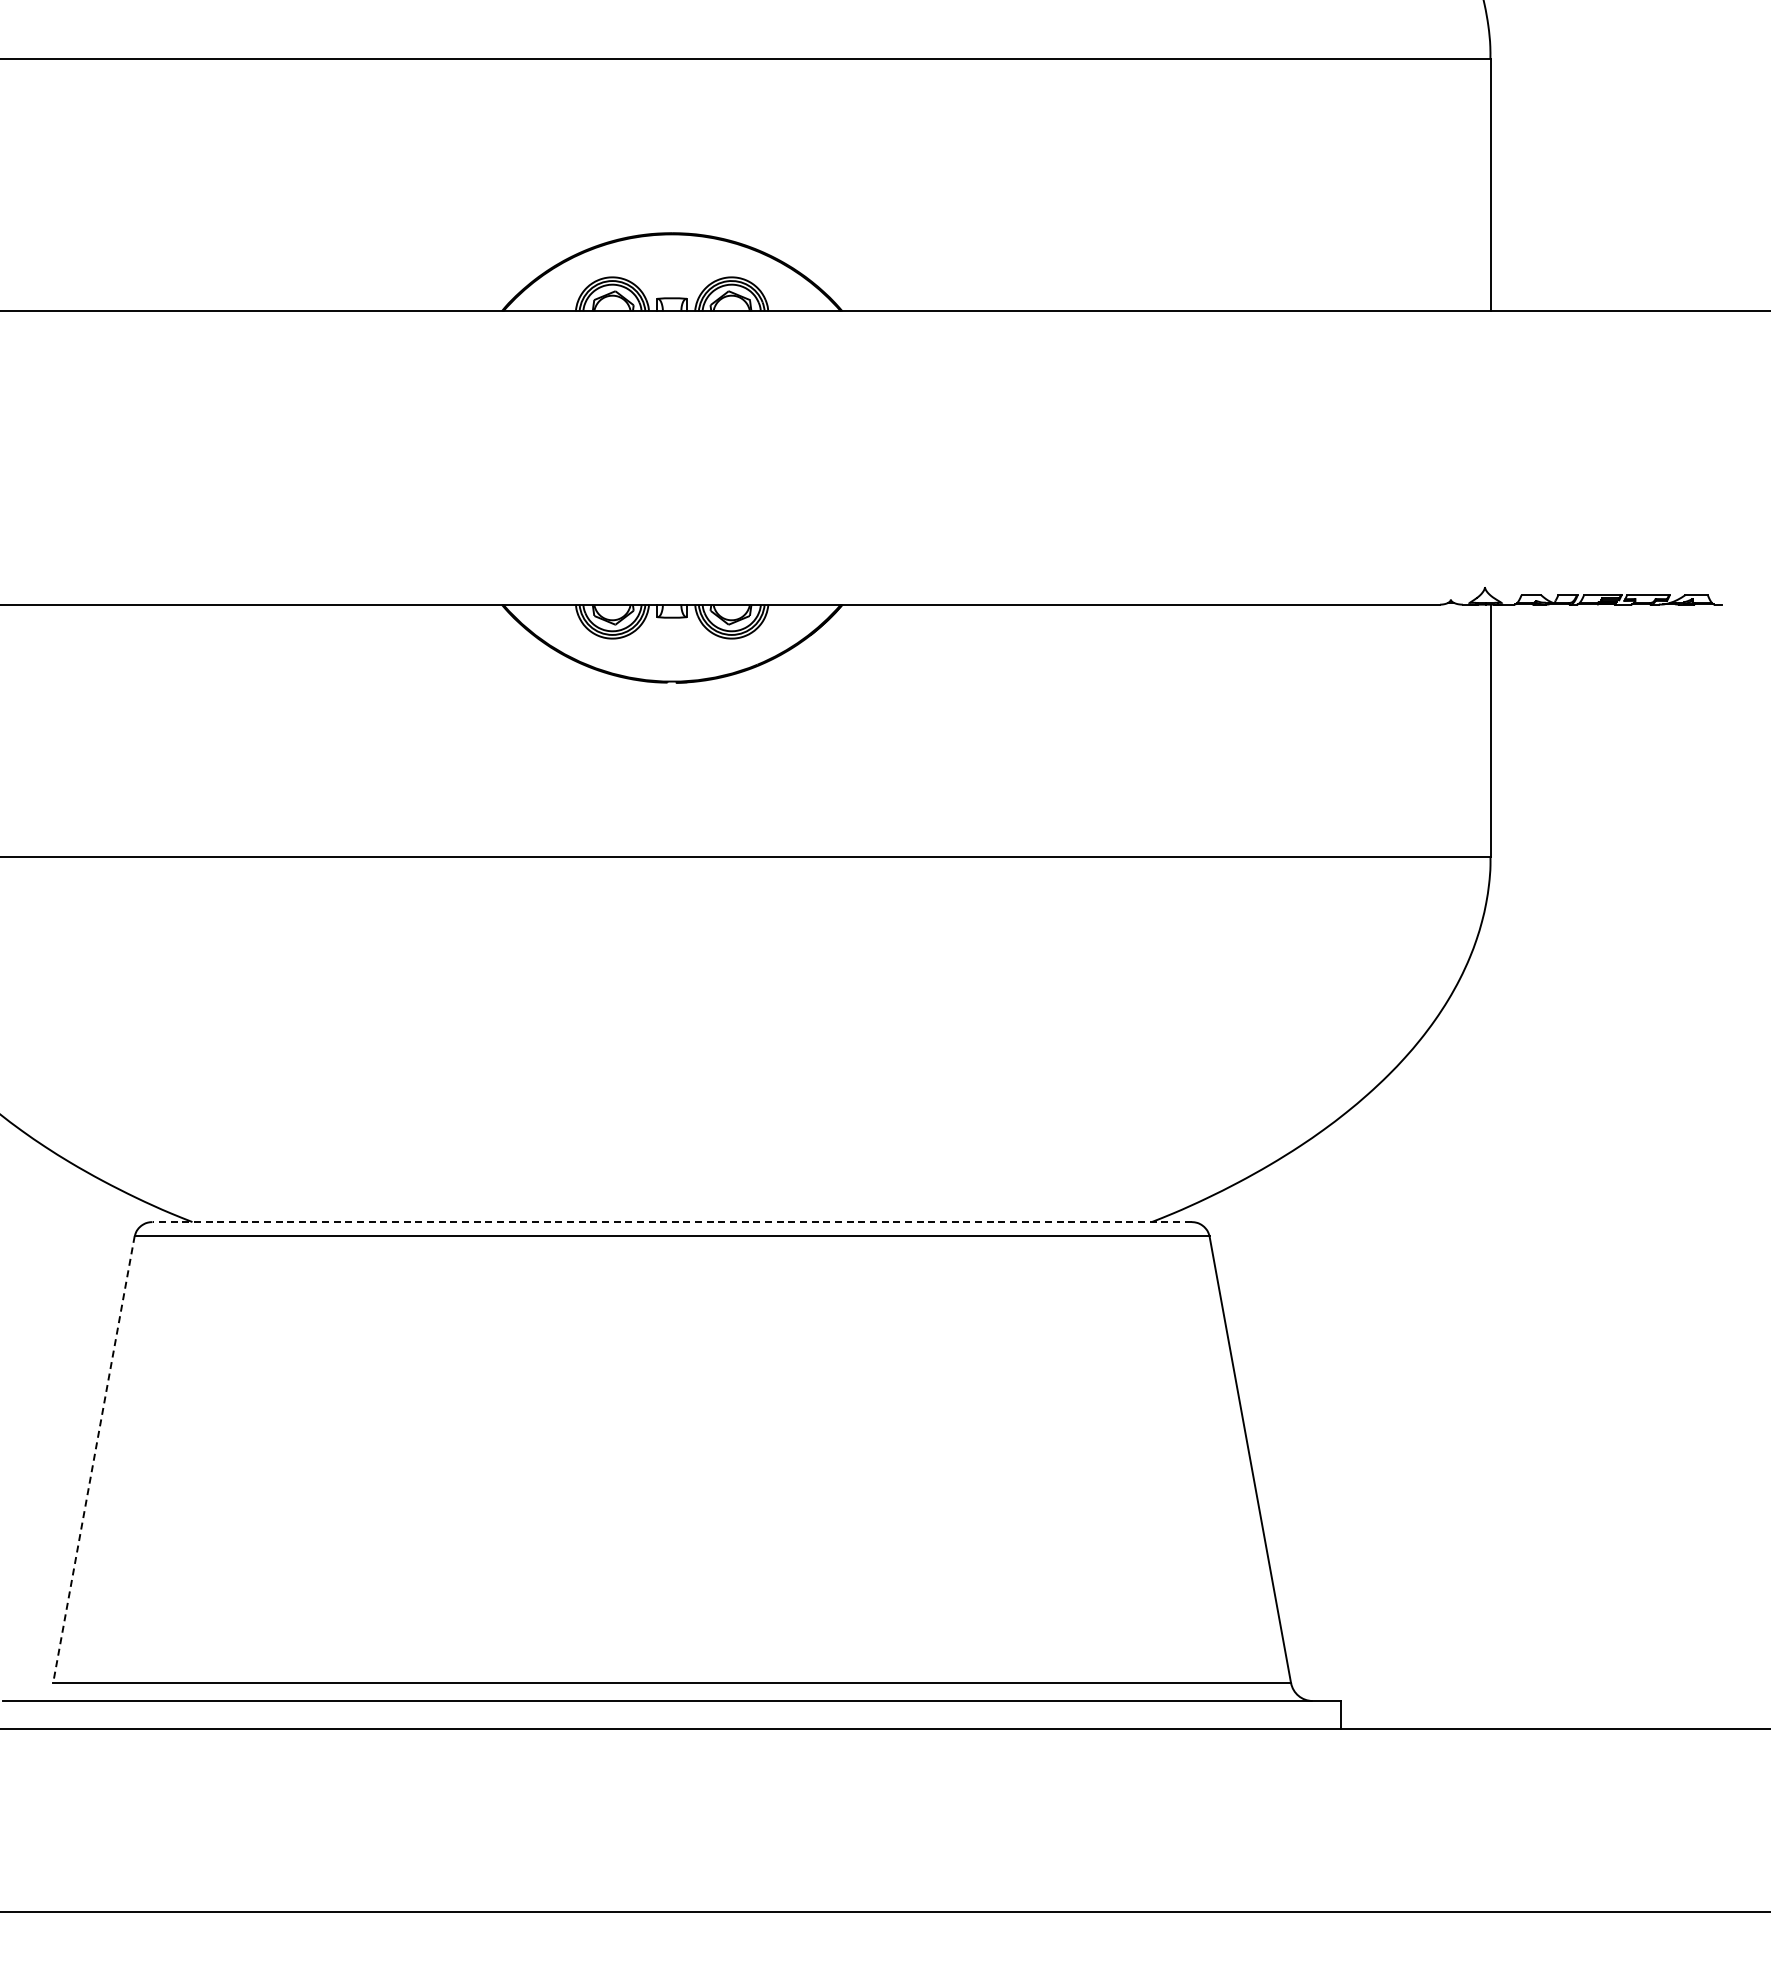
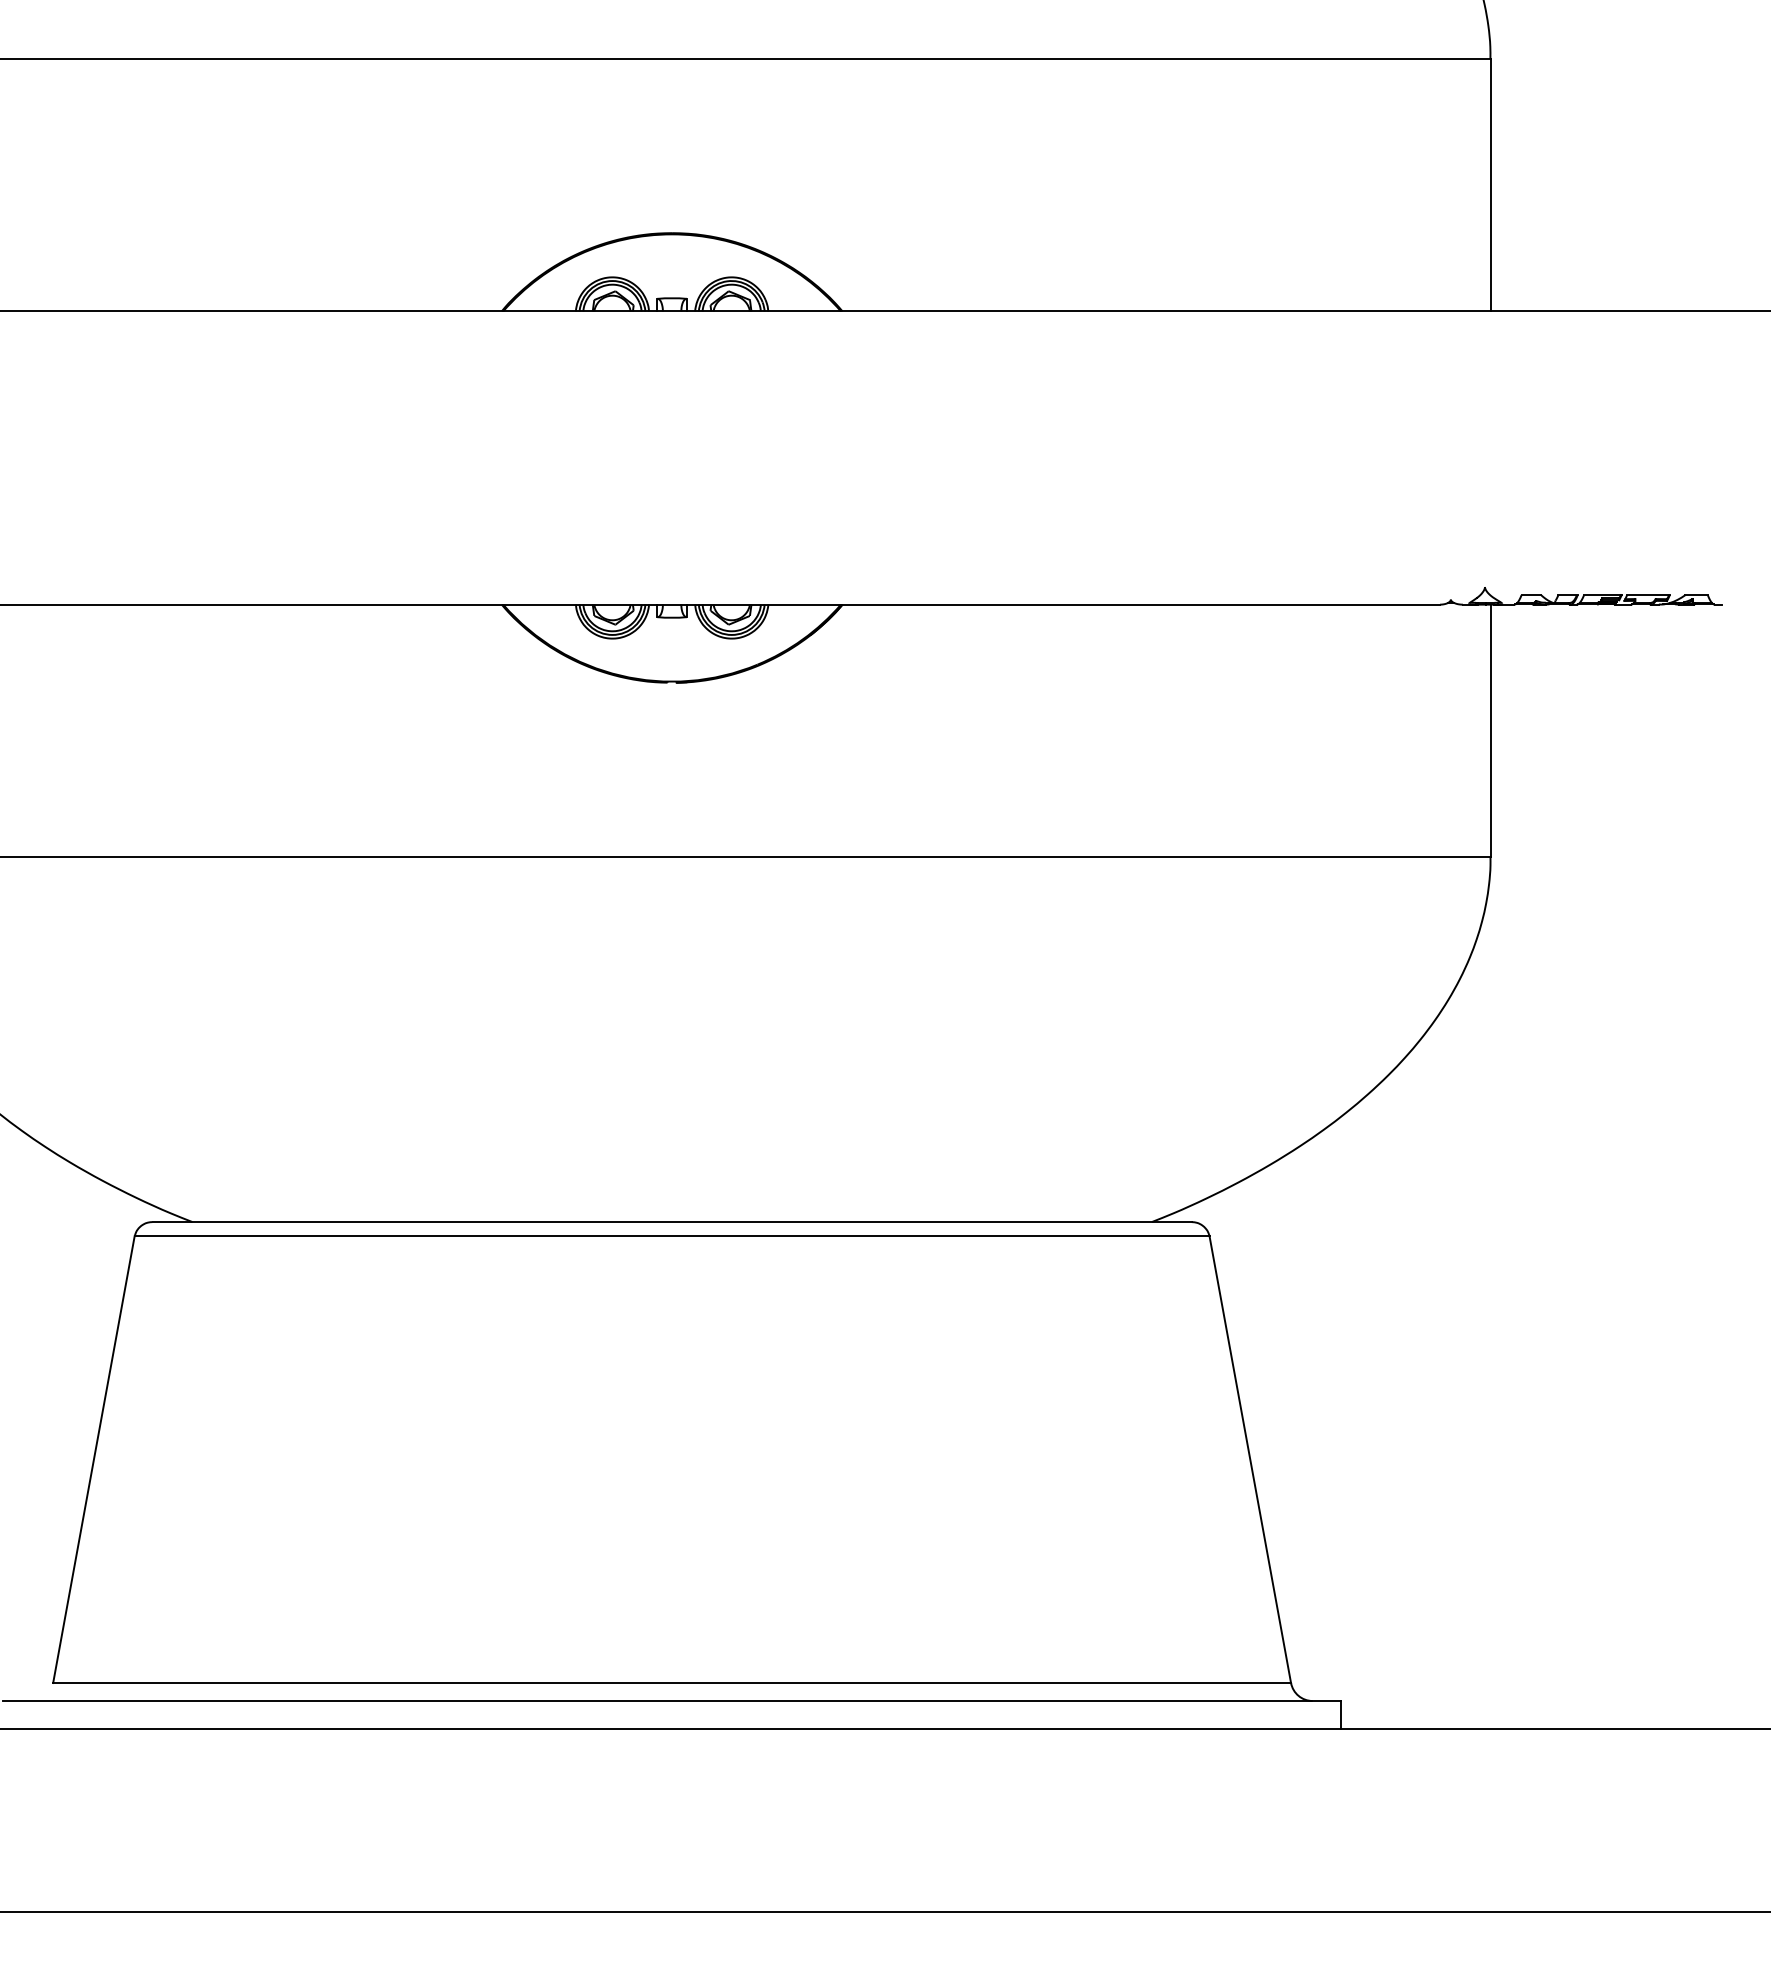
line at (672, 1222): dashed -> solid
line at (93, 1459): dashed -> solid
